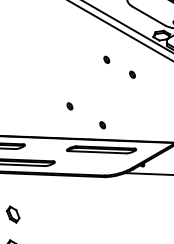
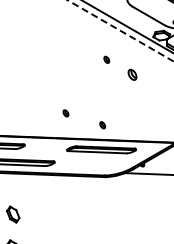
line at (120, 30): solid -> dashed
part at (132, 74) size: 7x9 px -> 11x13 px
part at (69, 106) position: (69, 106) -> (65, 113)
